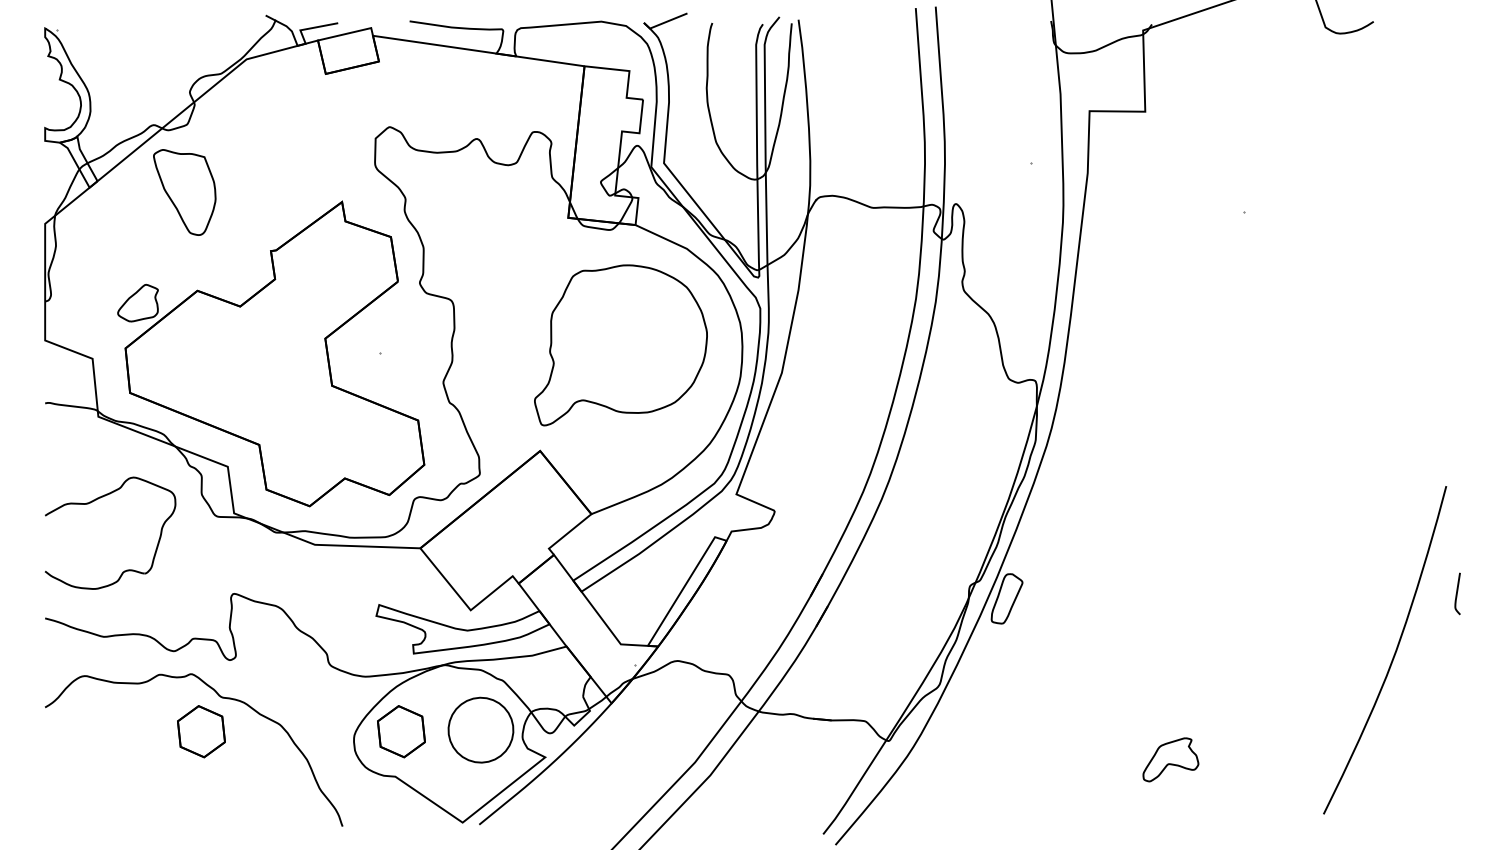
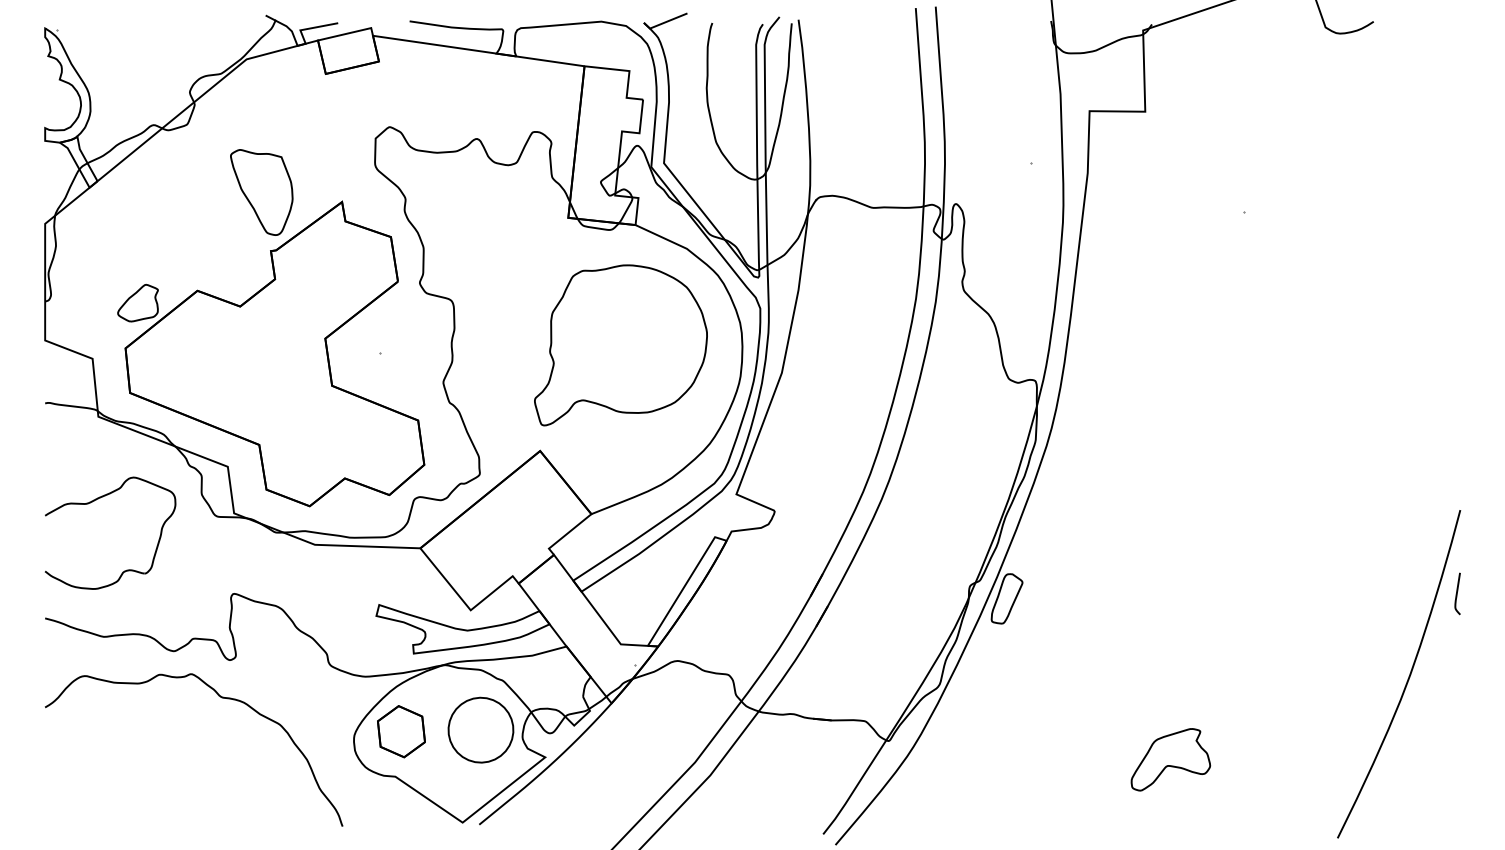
part at (184, 192) position: (184, 192) -> (261, 192)
curve at (1393, 654) position: (1393, 654) -> (1407, 678)
part at (201, 731): present -> none
part at (1170, 759) size: 58x46 px -> 82x64 px
